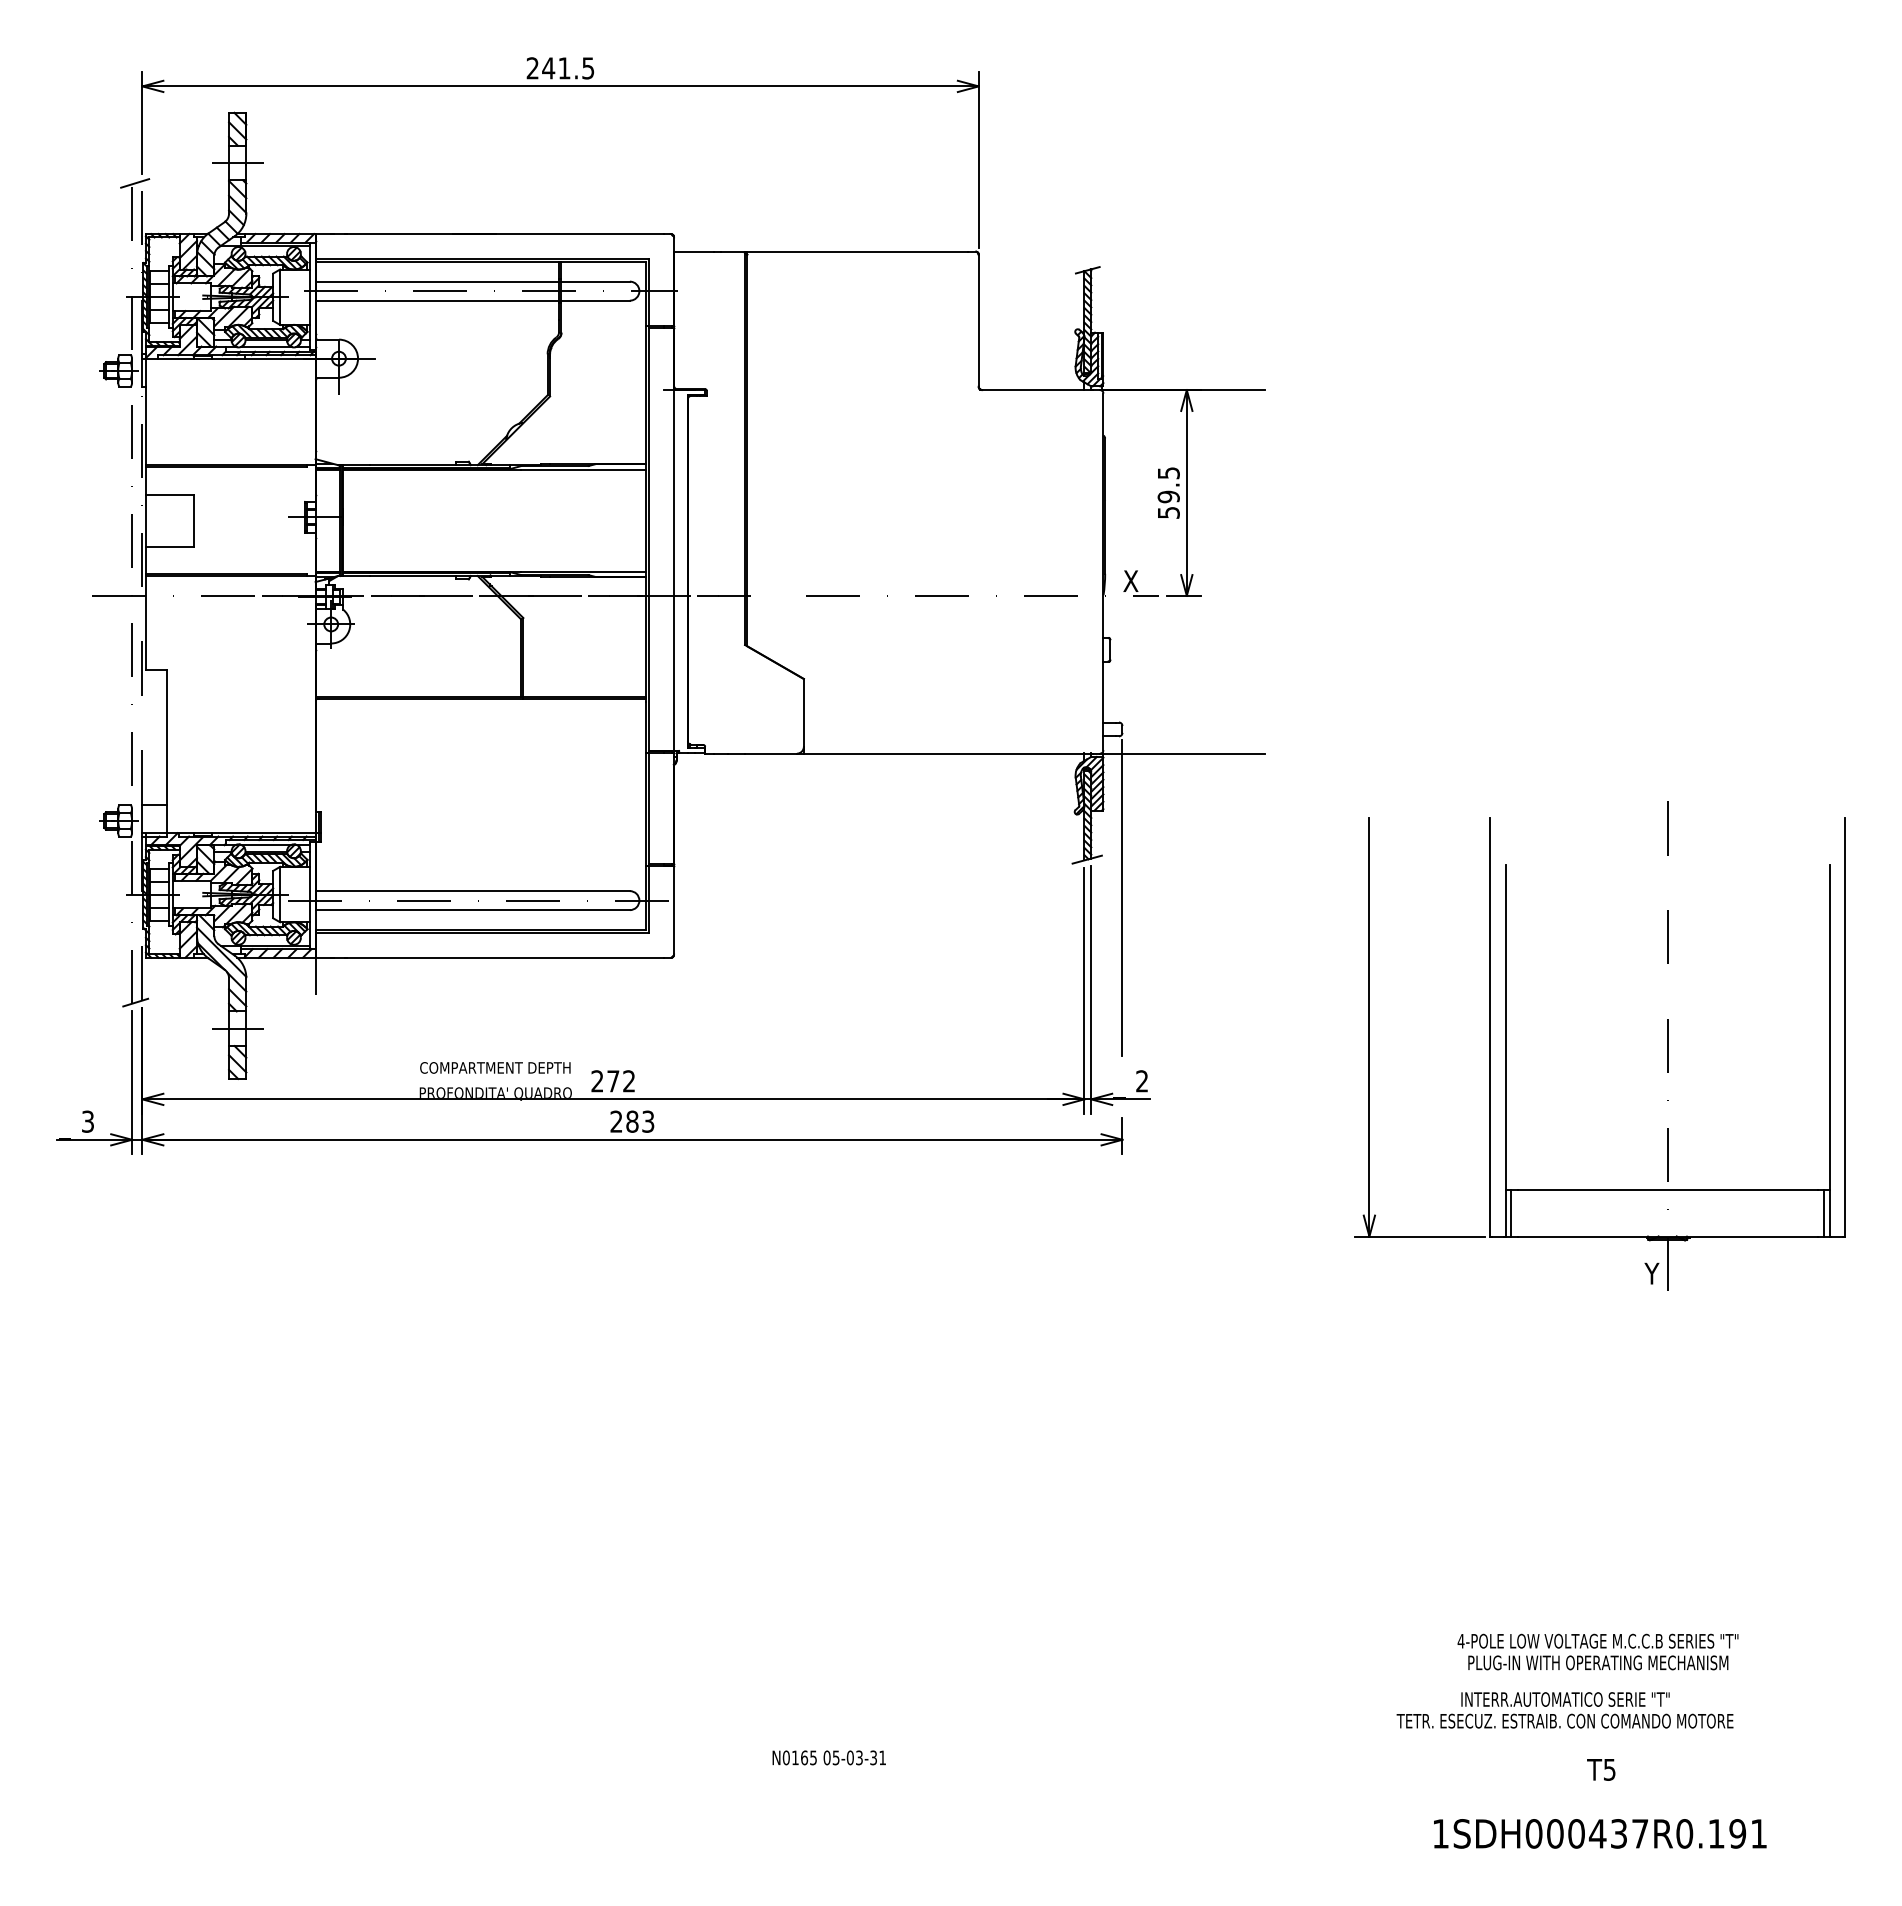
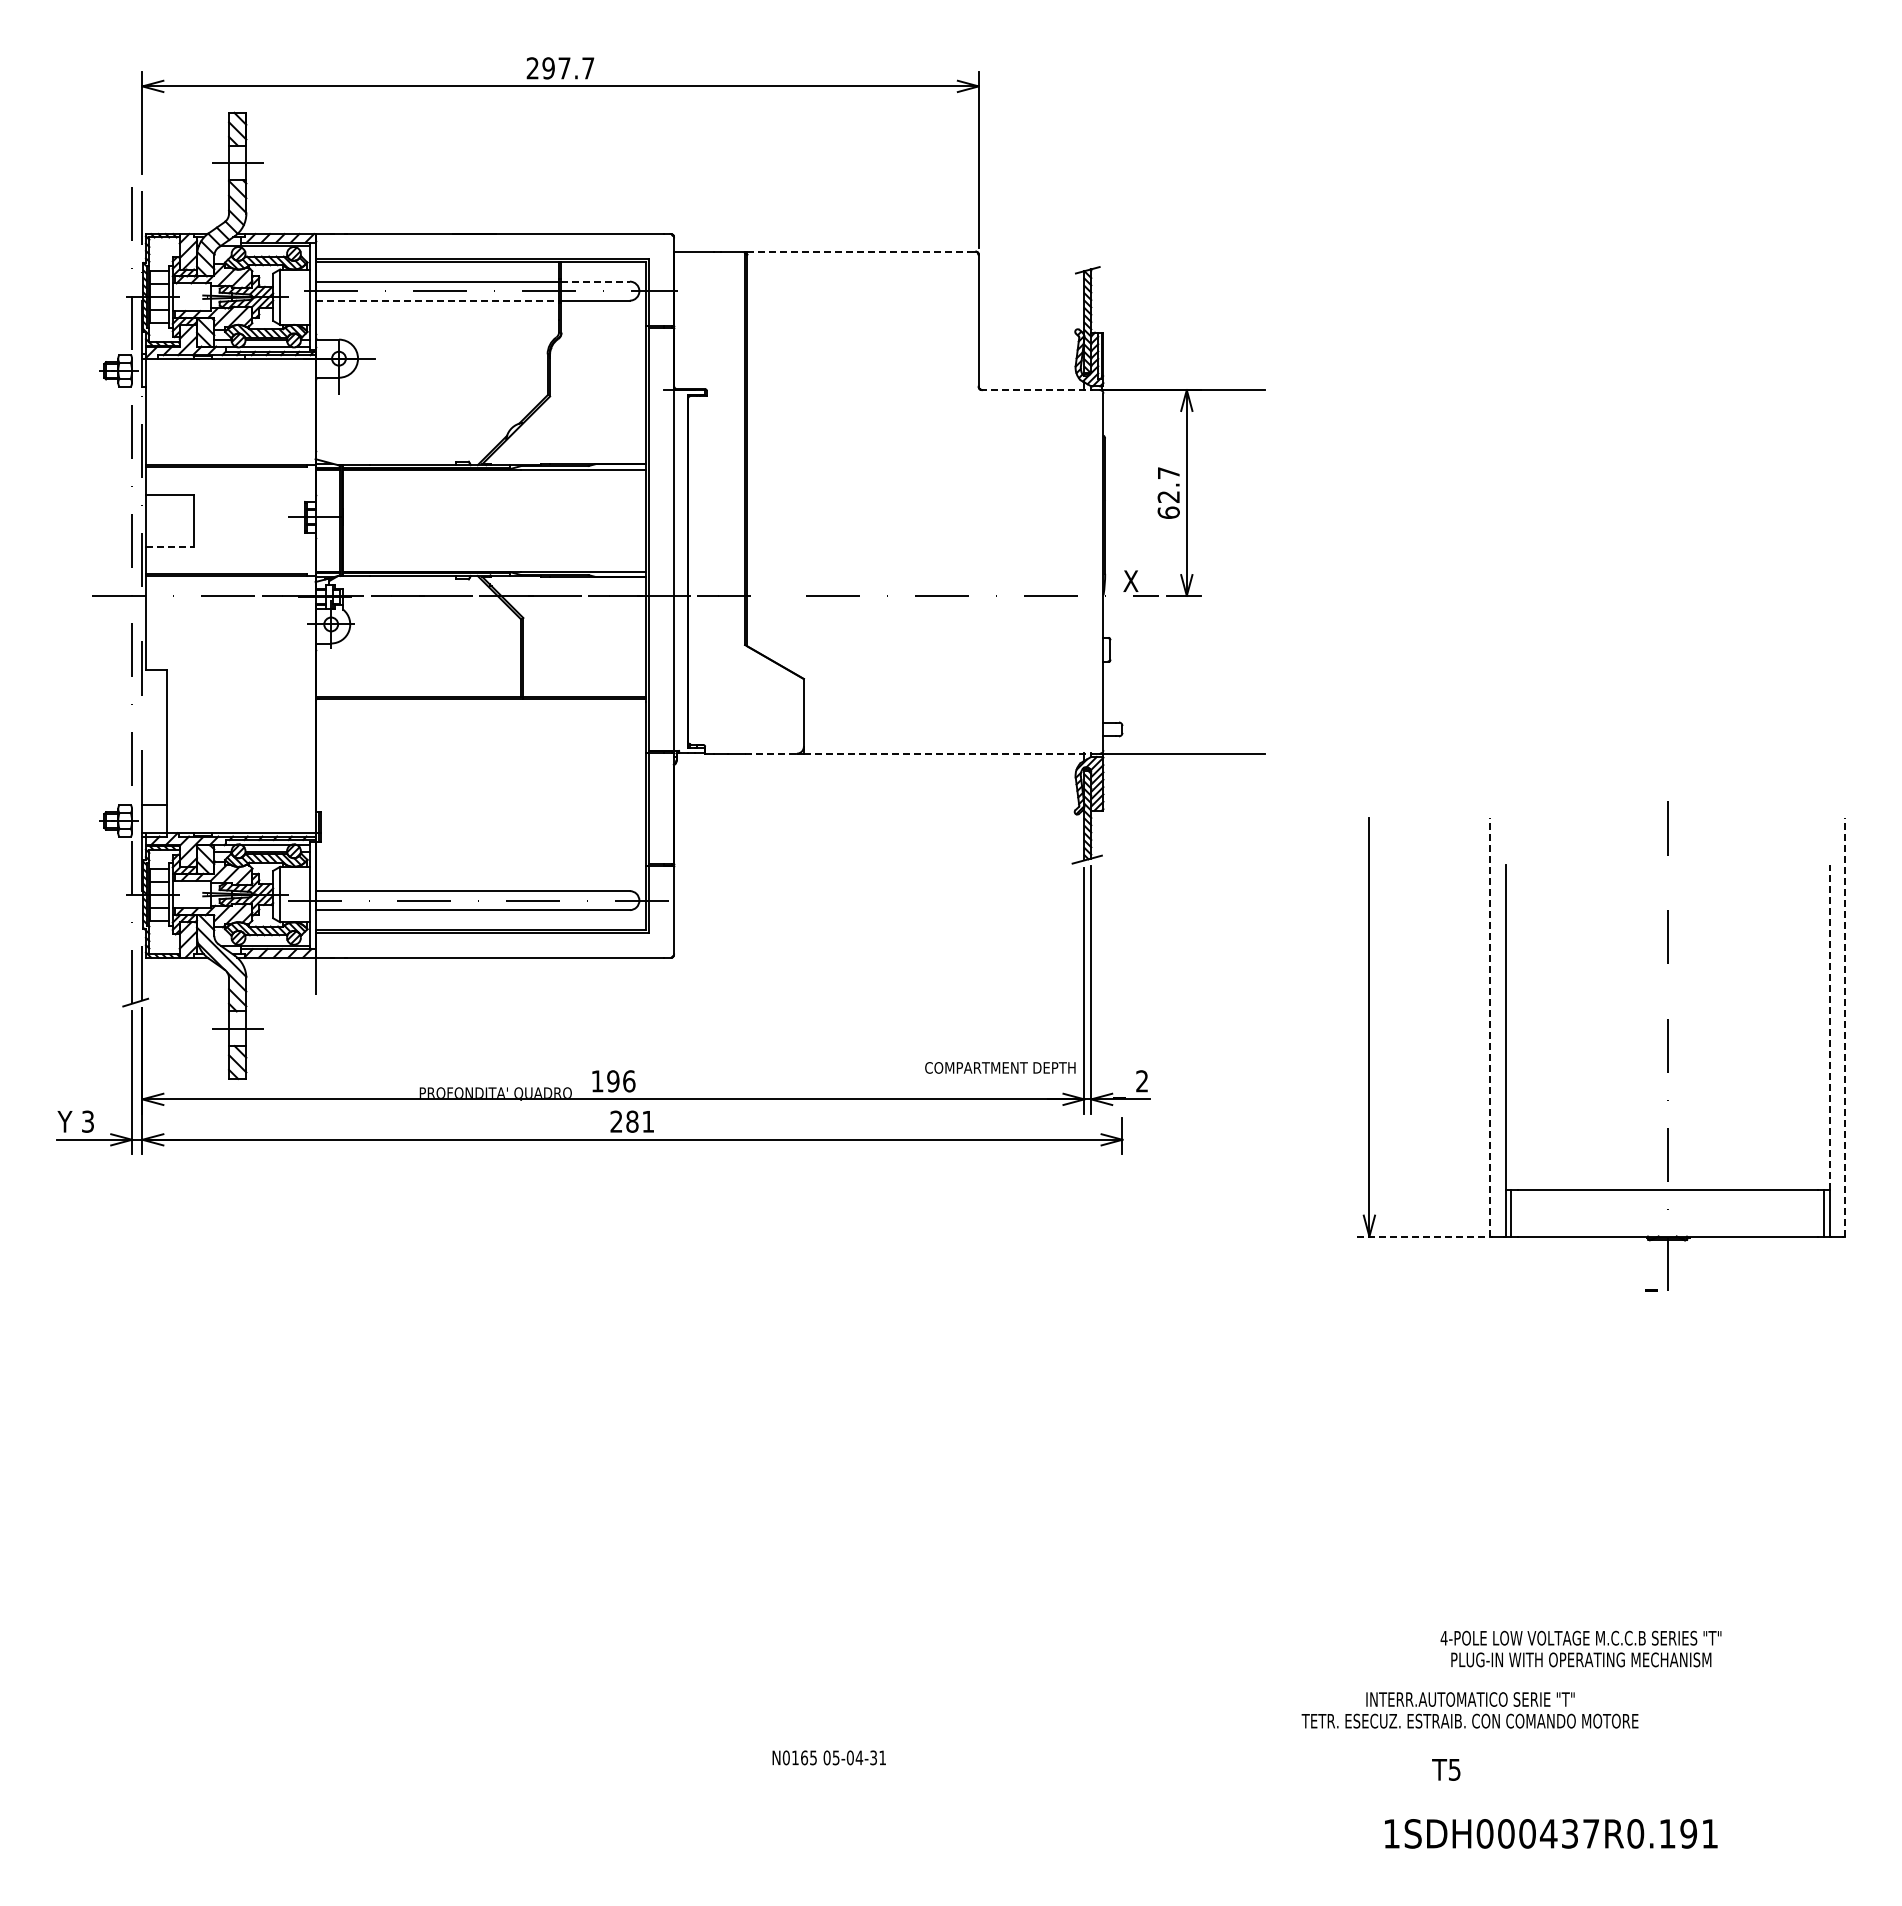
text at (568, 68): 241.5 -> 297.7
line at (135, 183): present -> none
line at (858, 251): solid -> dashed
line at (596, 281): solid -> dashed
line at (437, 300): solid -> dashed
line at (1037, 390): solid -> dashed
text at (1168, 492): 59.5 -> 62.7
line at (169, 546): solid -> dashed
line at (770, 753): solid -> dashed
line at (948, 753): solid -> dashed
line at (1122, 898): present -> none
line at (1490, 1026): solid -> dashed
line at (1829, 1026): solid -> dashed
line at (1844, 1026): solid -> dashed
text at (495, 1067) position: (495, 1067) -> (1000, 1067)
text at (613, 1081): 272 -> 196
text at (648, 1121): 283 -> 281
text at (64, 1124): _ -> Y
line at (1419, 1236): solid -> dashed
text at (1651, 1276): Y -> _
text at (1597, 1651) position: (1597, 1651) -> (1580, 1648)
text at (1564, 1710) position: (1564, 1710) -> (1469, 1710)
text at (859, 1757): 05-03-31 -> 05-04-31
text at (1601, 1769) position: (1601, 1769) -> (1446, 1769)
text at (1600, 1833) position: (1600, 1833) -> (1551, 1833)
